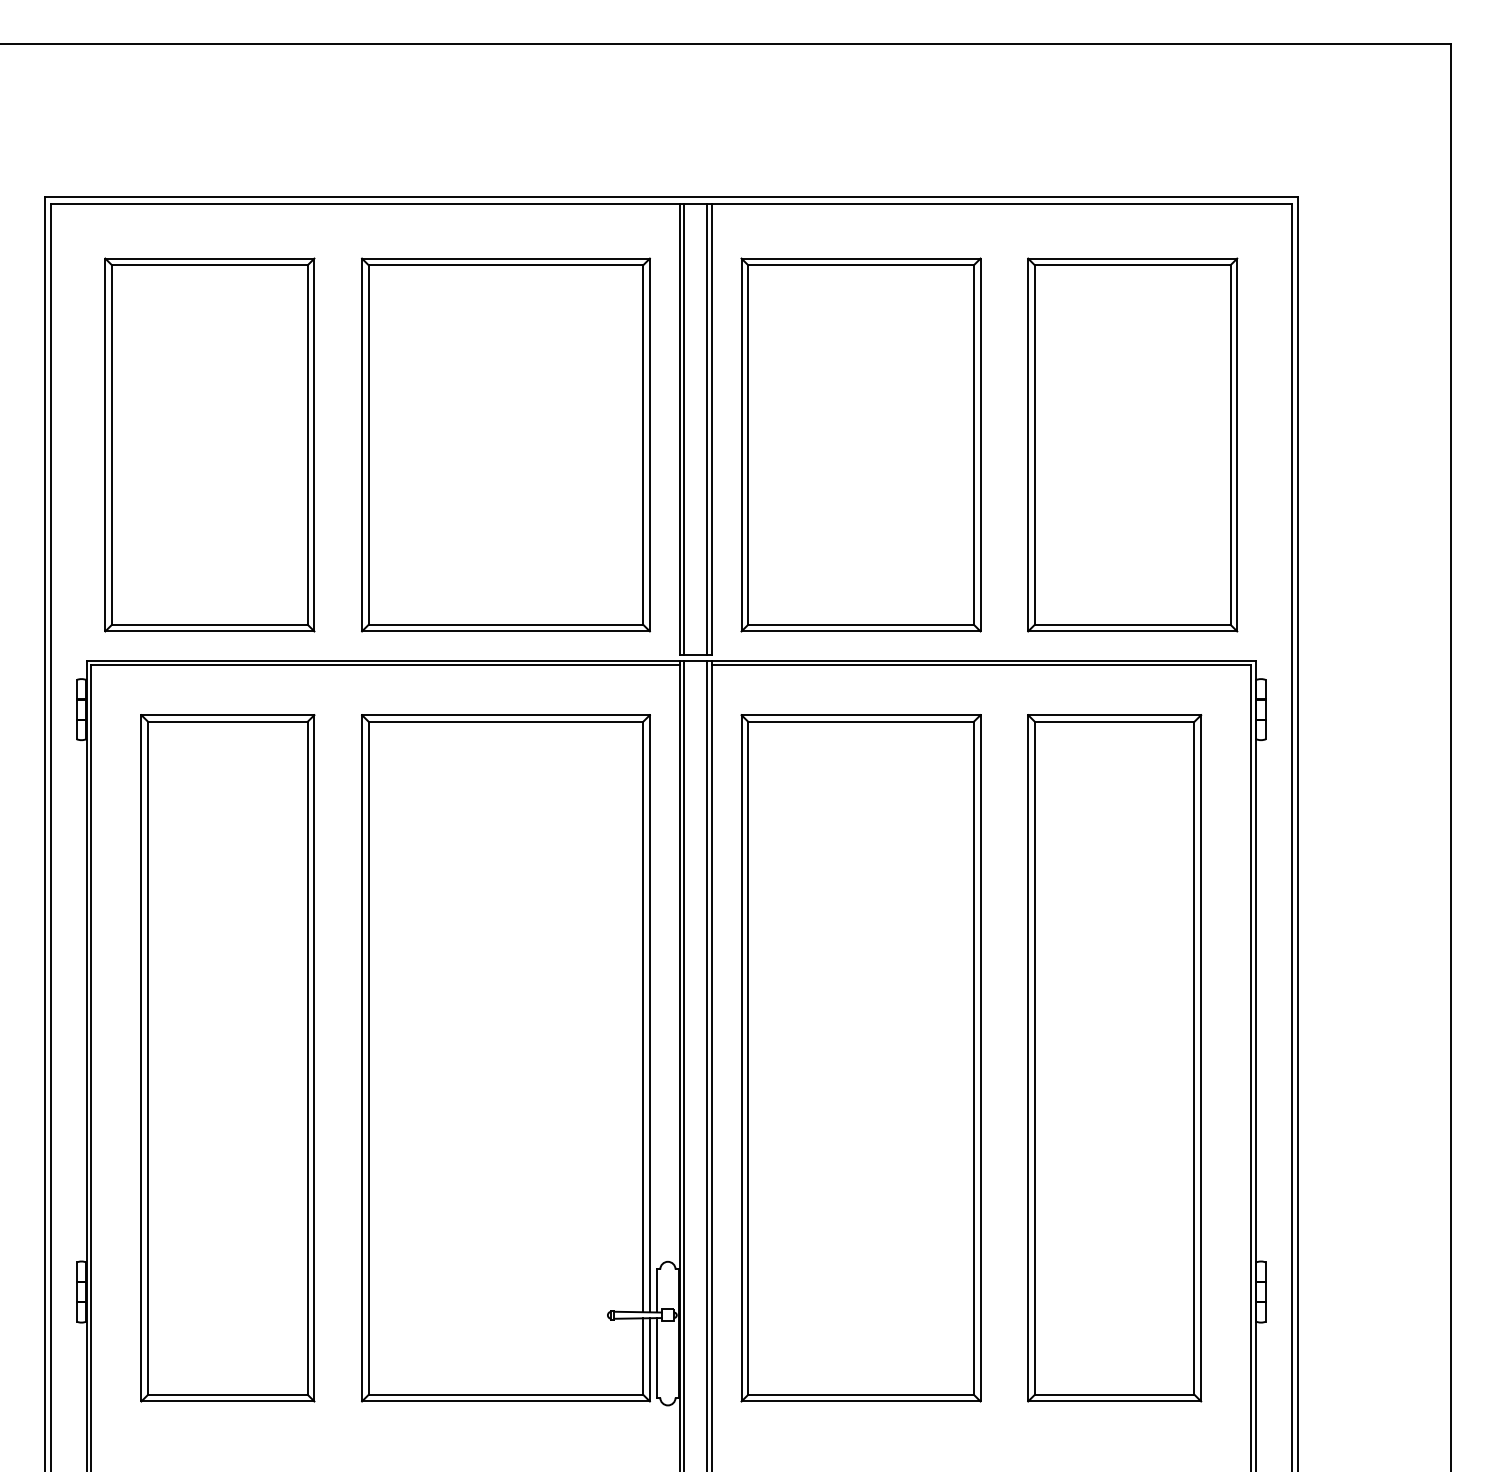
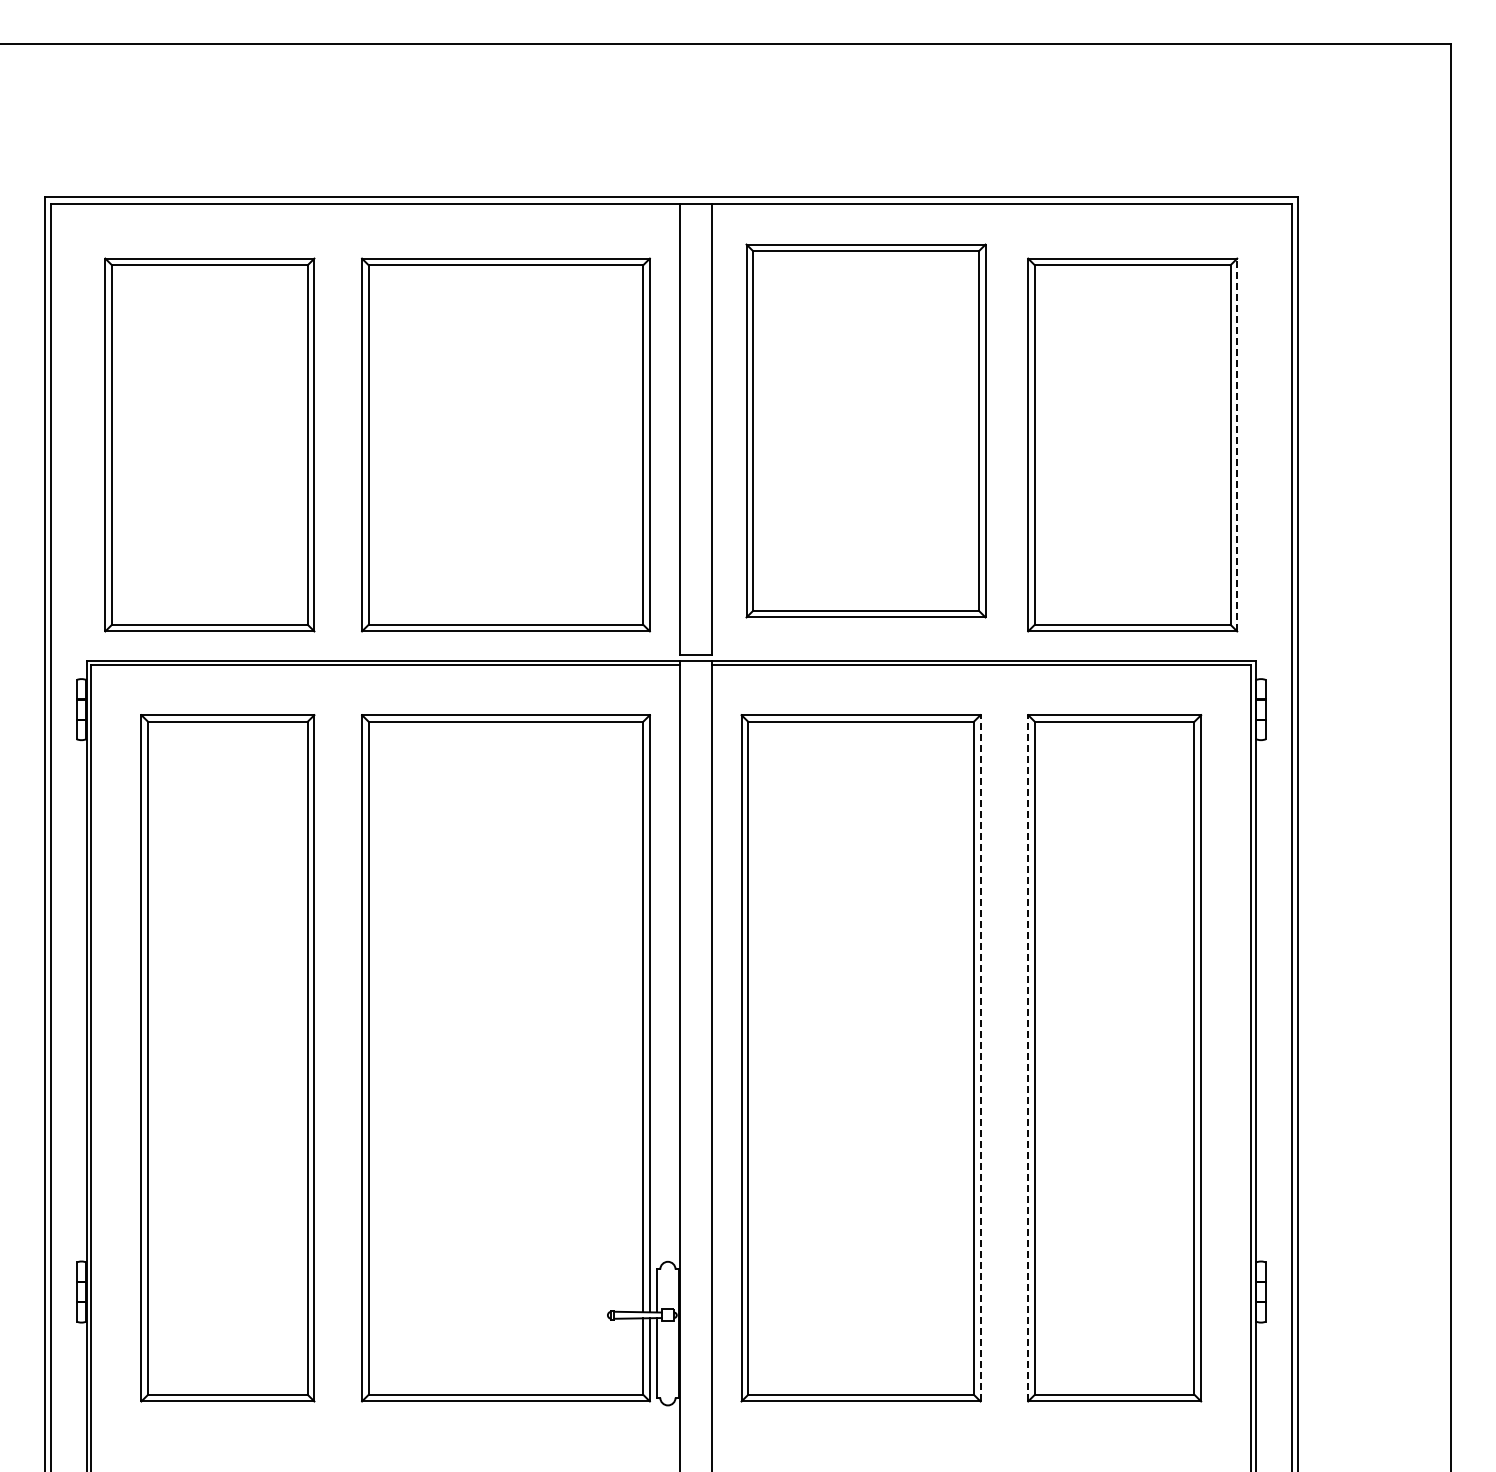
line at (684, 429): present -> none
line at (707, 429): present -> none
part at (860, 444) position: (860, 444) -> (865, 430)
line at (1237, 444): solid -> dashed
line at (980, 1057): solid -> dashed
line at (1028, 1057): solid -> dashed
line at (684, 1064): present -> none
line at (707, 1064): present -> none
